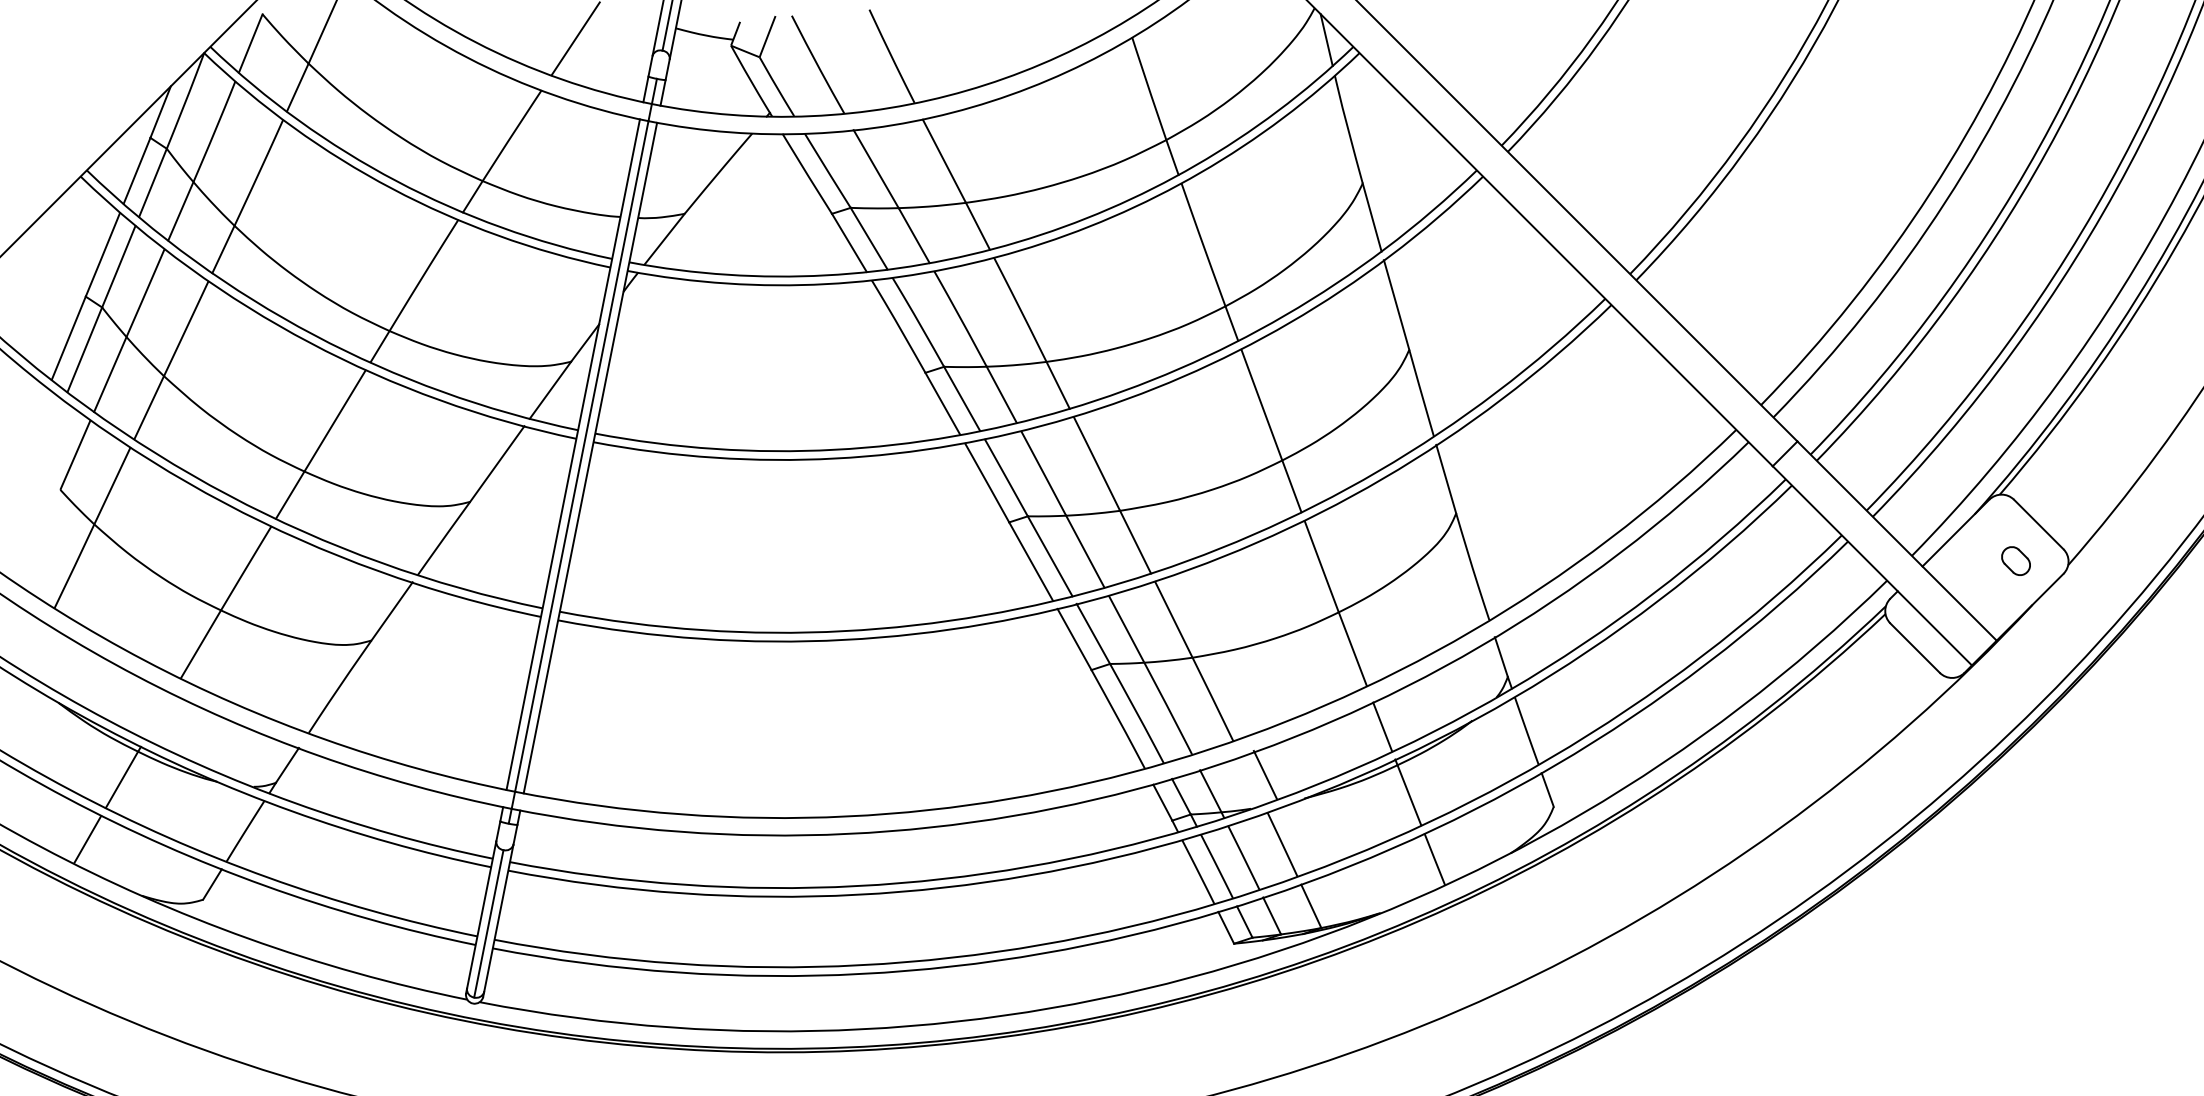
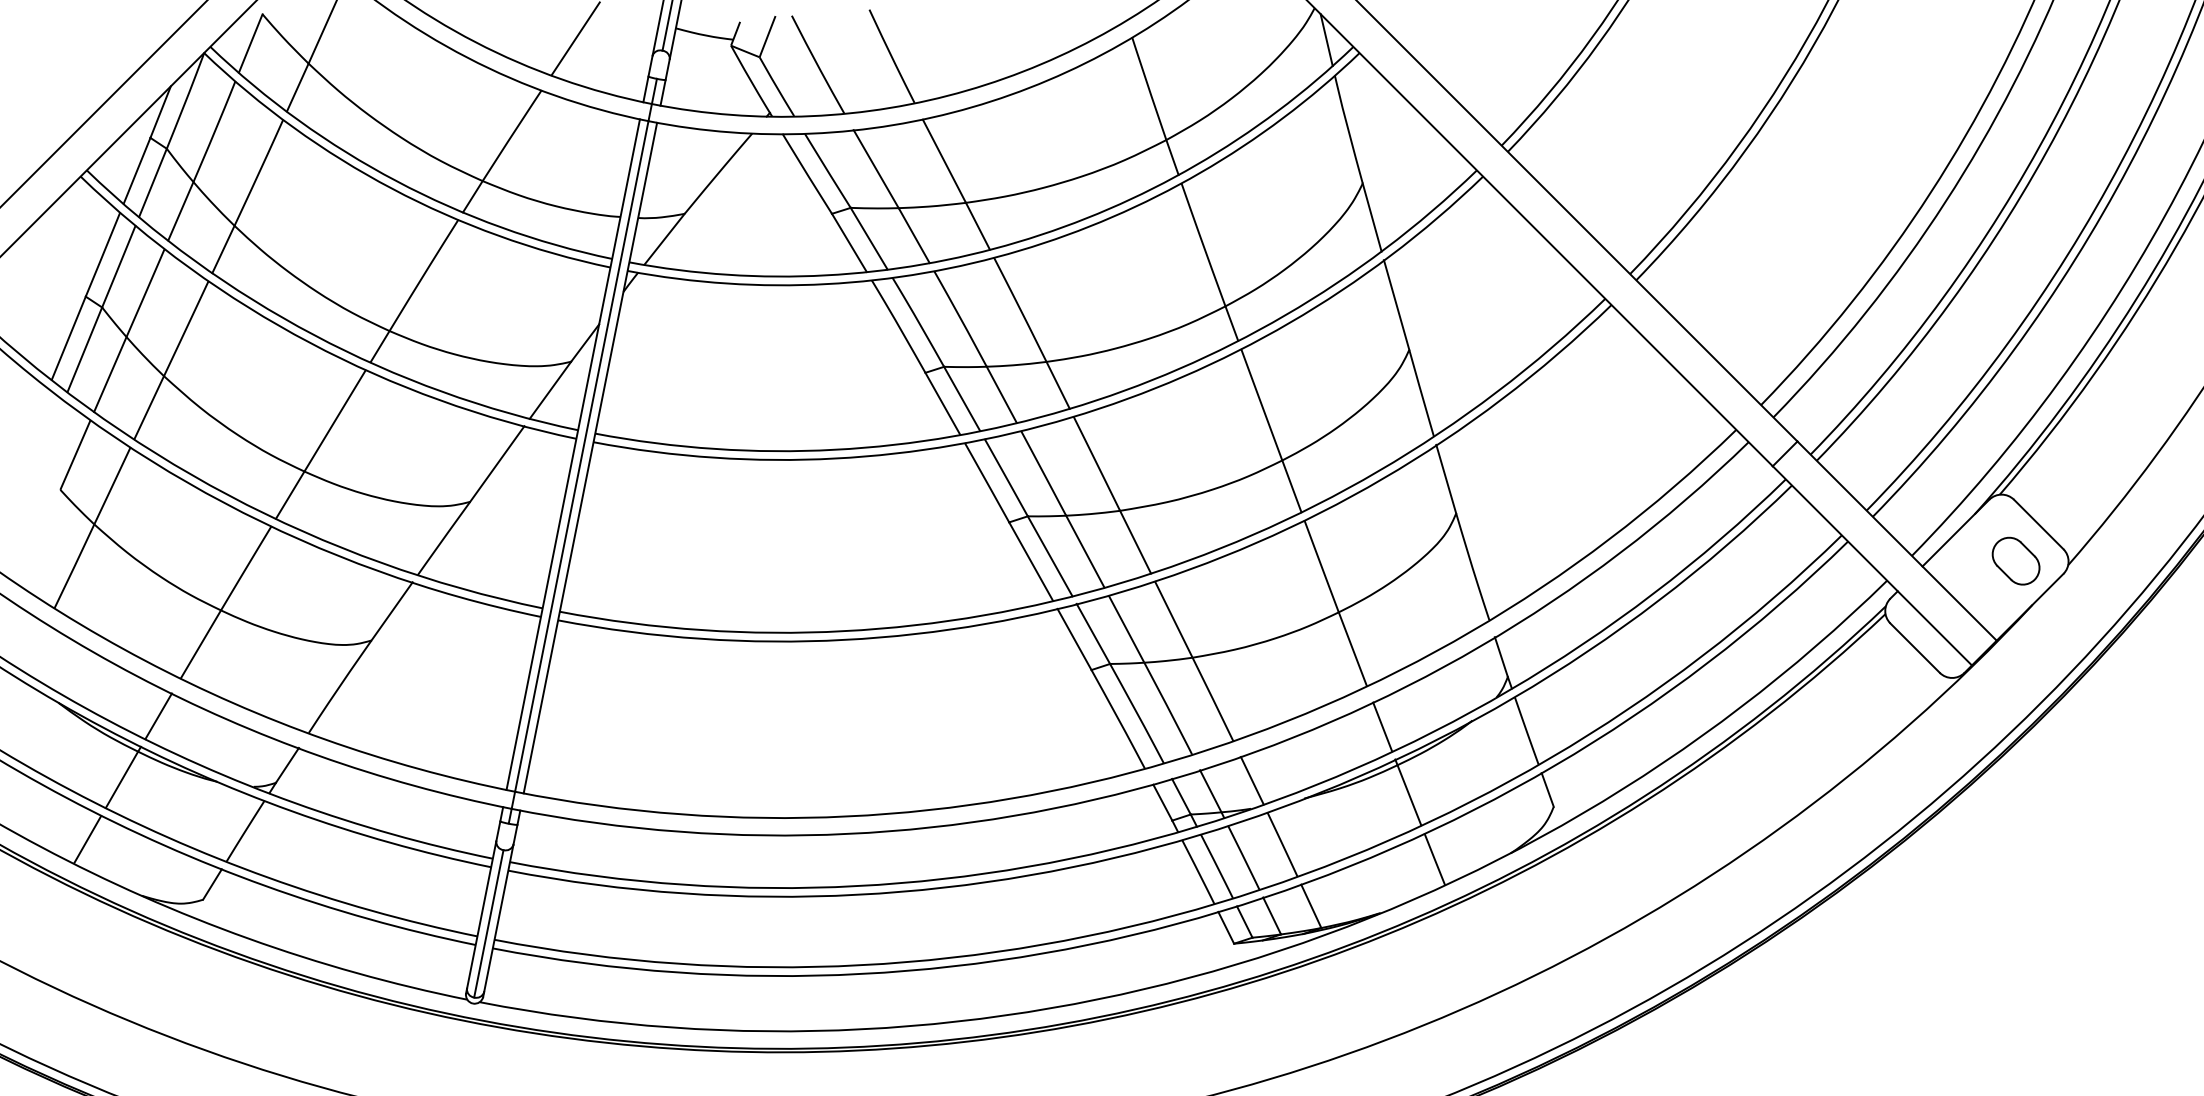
line at (103, 103): none -> present
part at (2015, 560) size: 30x30 px -> 50x50 px
line at (158, 716): none -> present
line at (1264, 774) position: (1264, 774) -> (1251, 780)
